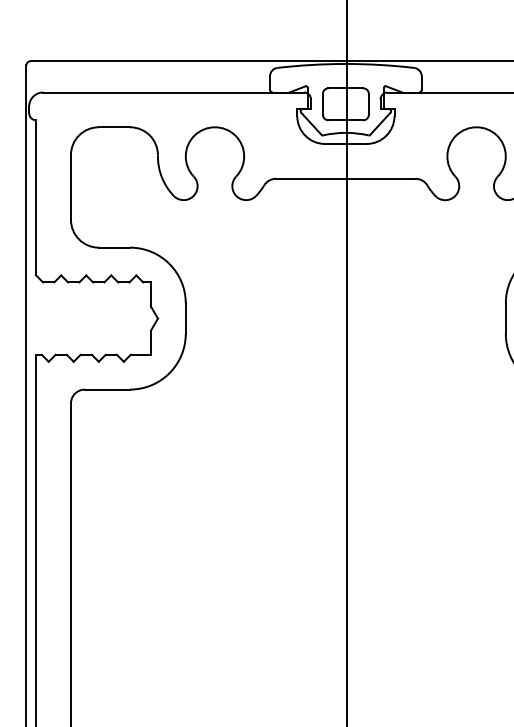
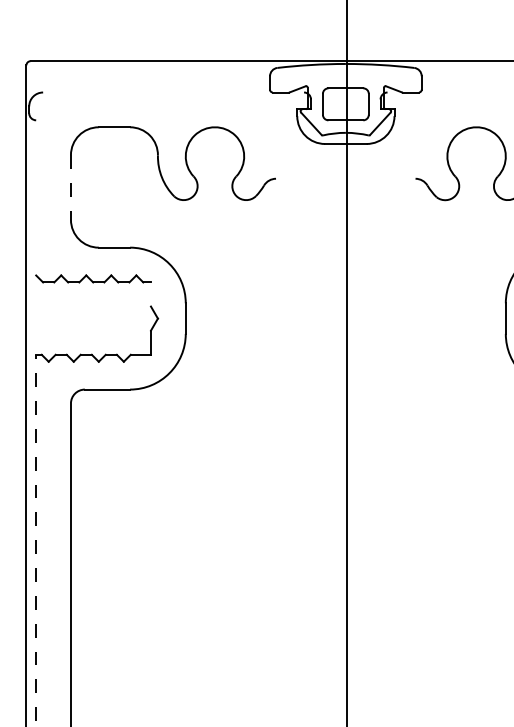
line at (173, 92): present -> none
line at (448, 92): present -> none
line at (345, 178): present -> none
line at (70, 187): solid -> dashed
line at (36, 197): present -> none
line at (150, 294): present -> none
line at (36, 540): solid -> dashed
